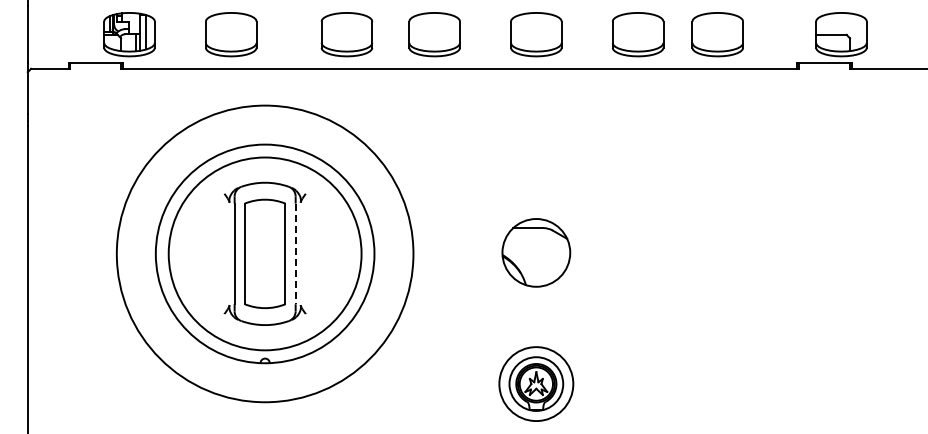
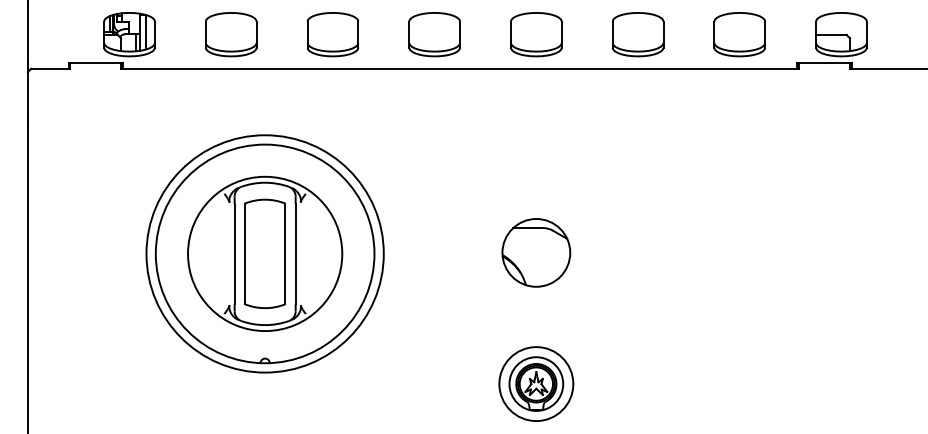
part at (346, 34) position: (346, 34) -> (332, 34)
part at (717, 34) position: (717, 34) -> (739, 34)
circle at (264, 253) diameter: 193 px -> 154 px
circle at (264, 253) diameter: 297 px -> 237 px
line at (295, 254): dashed -> solid
